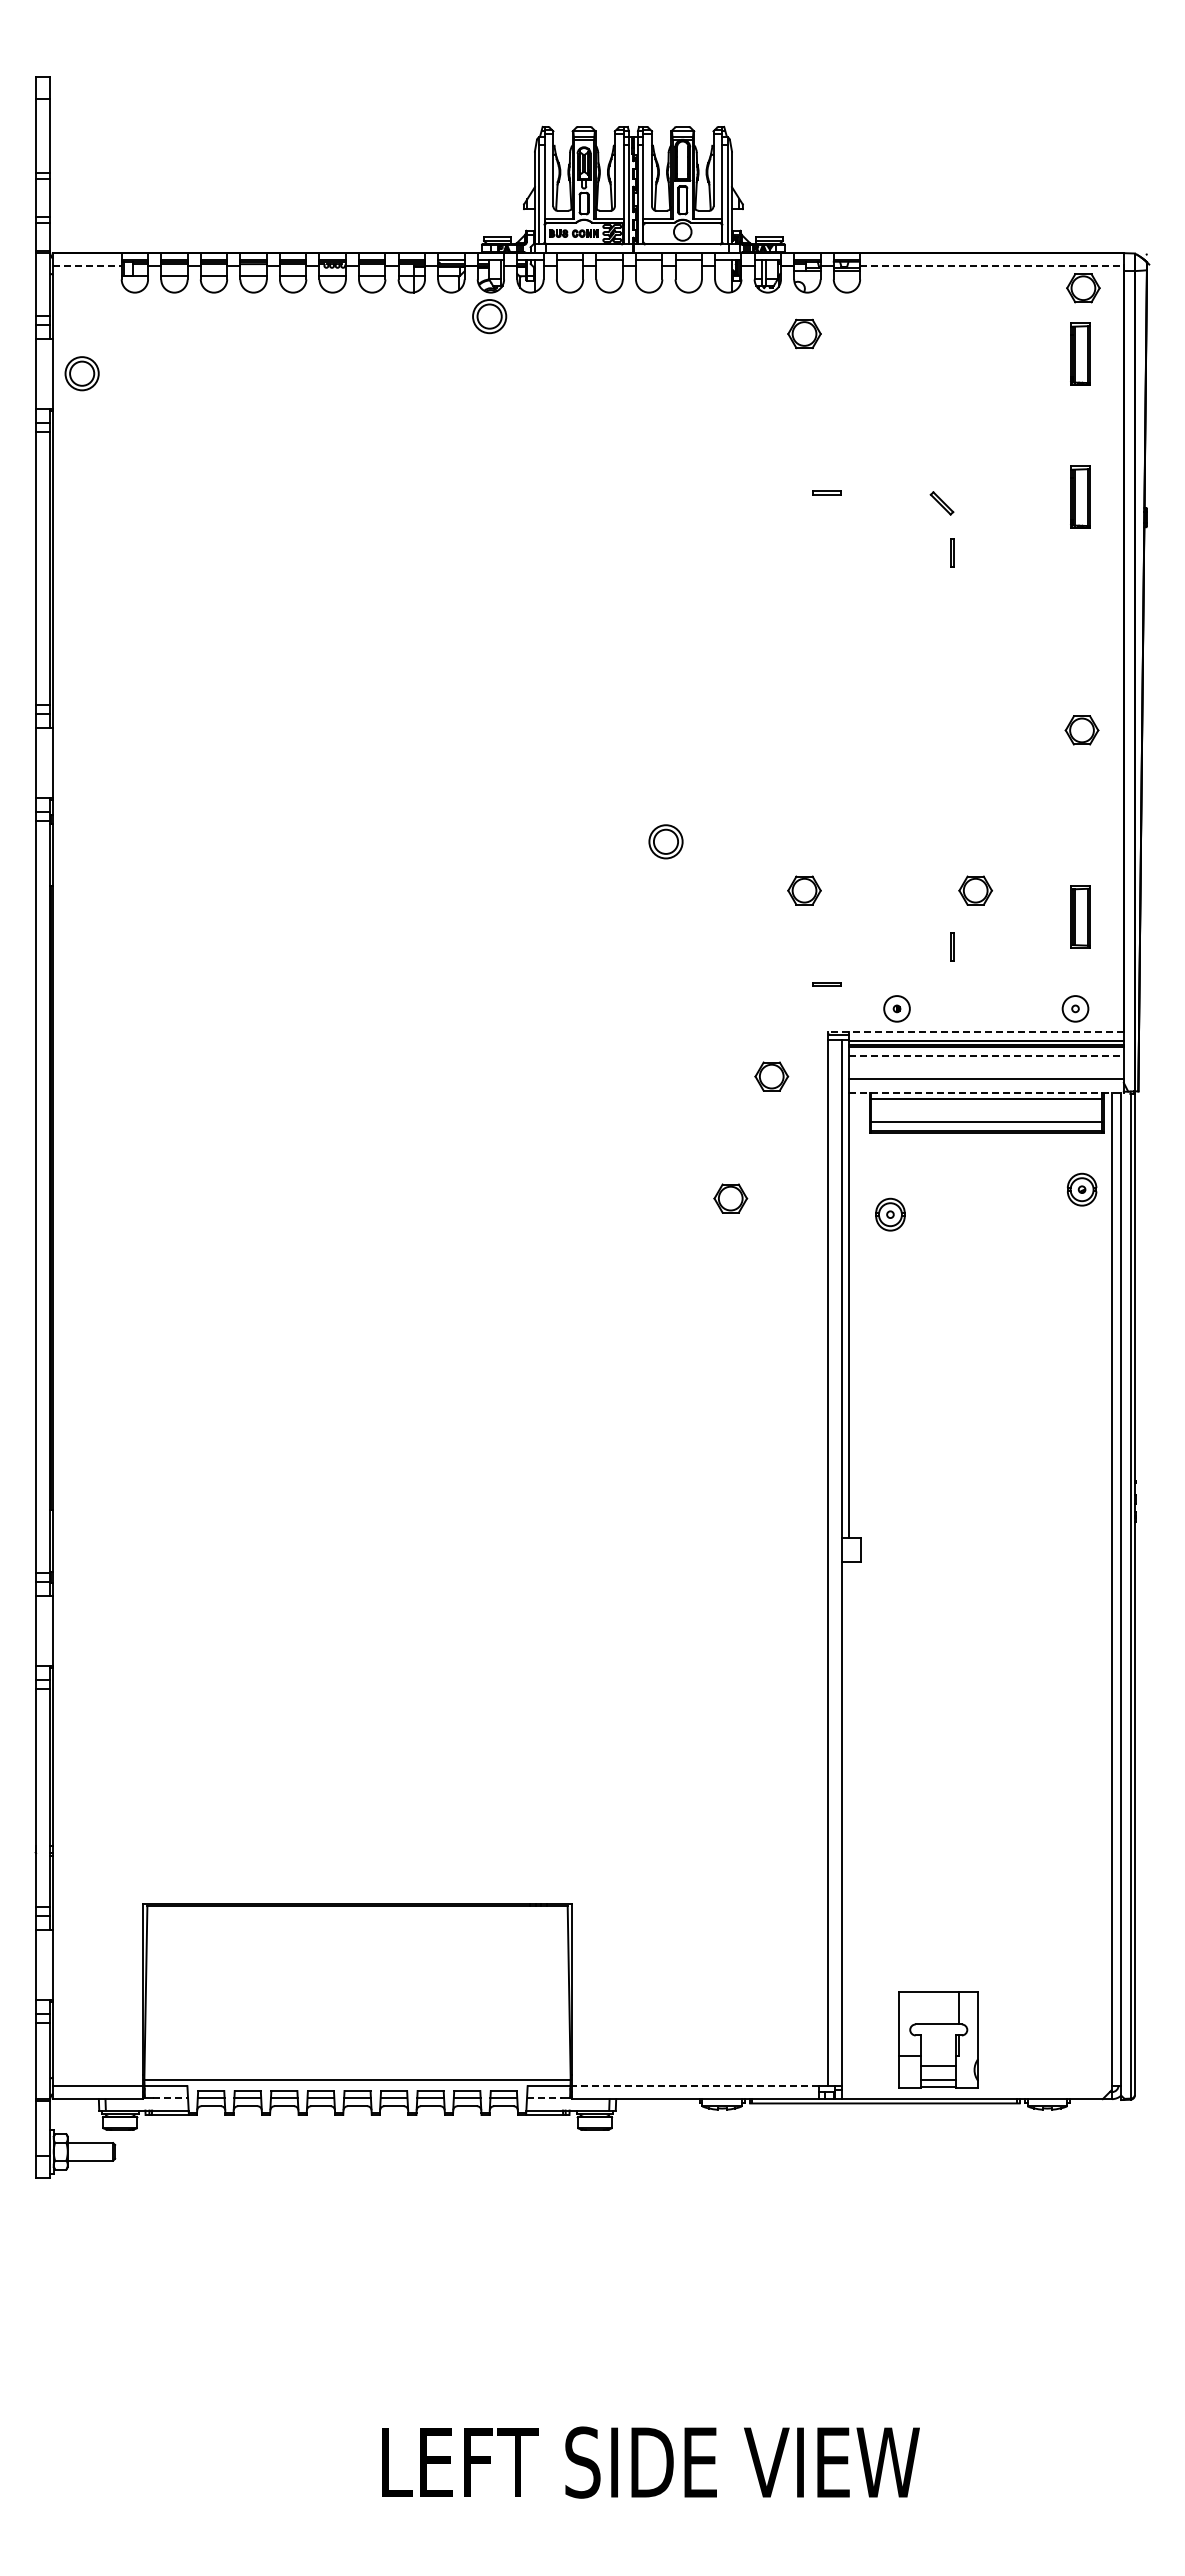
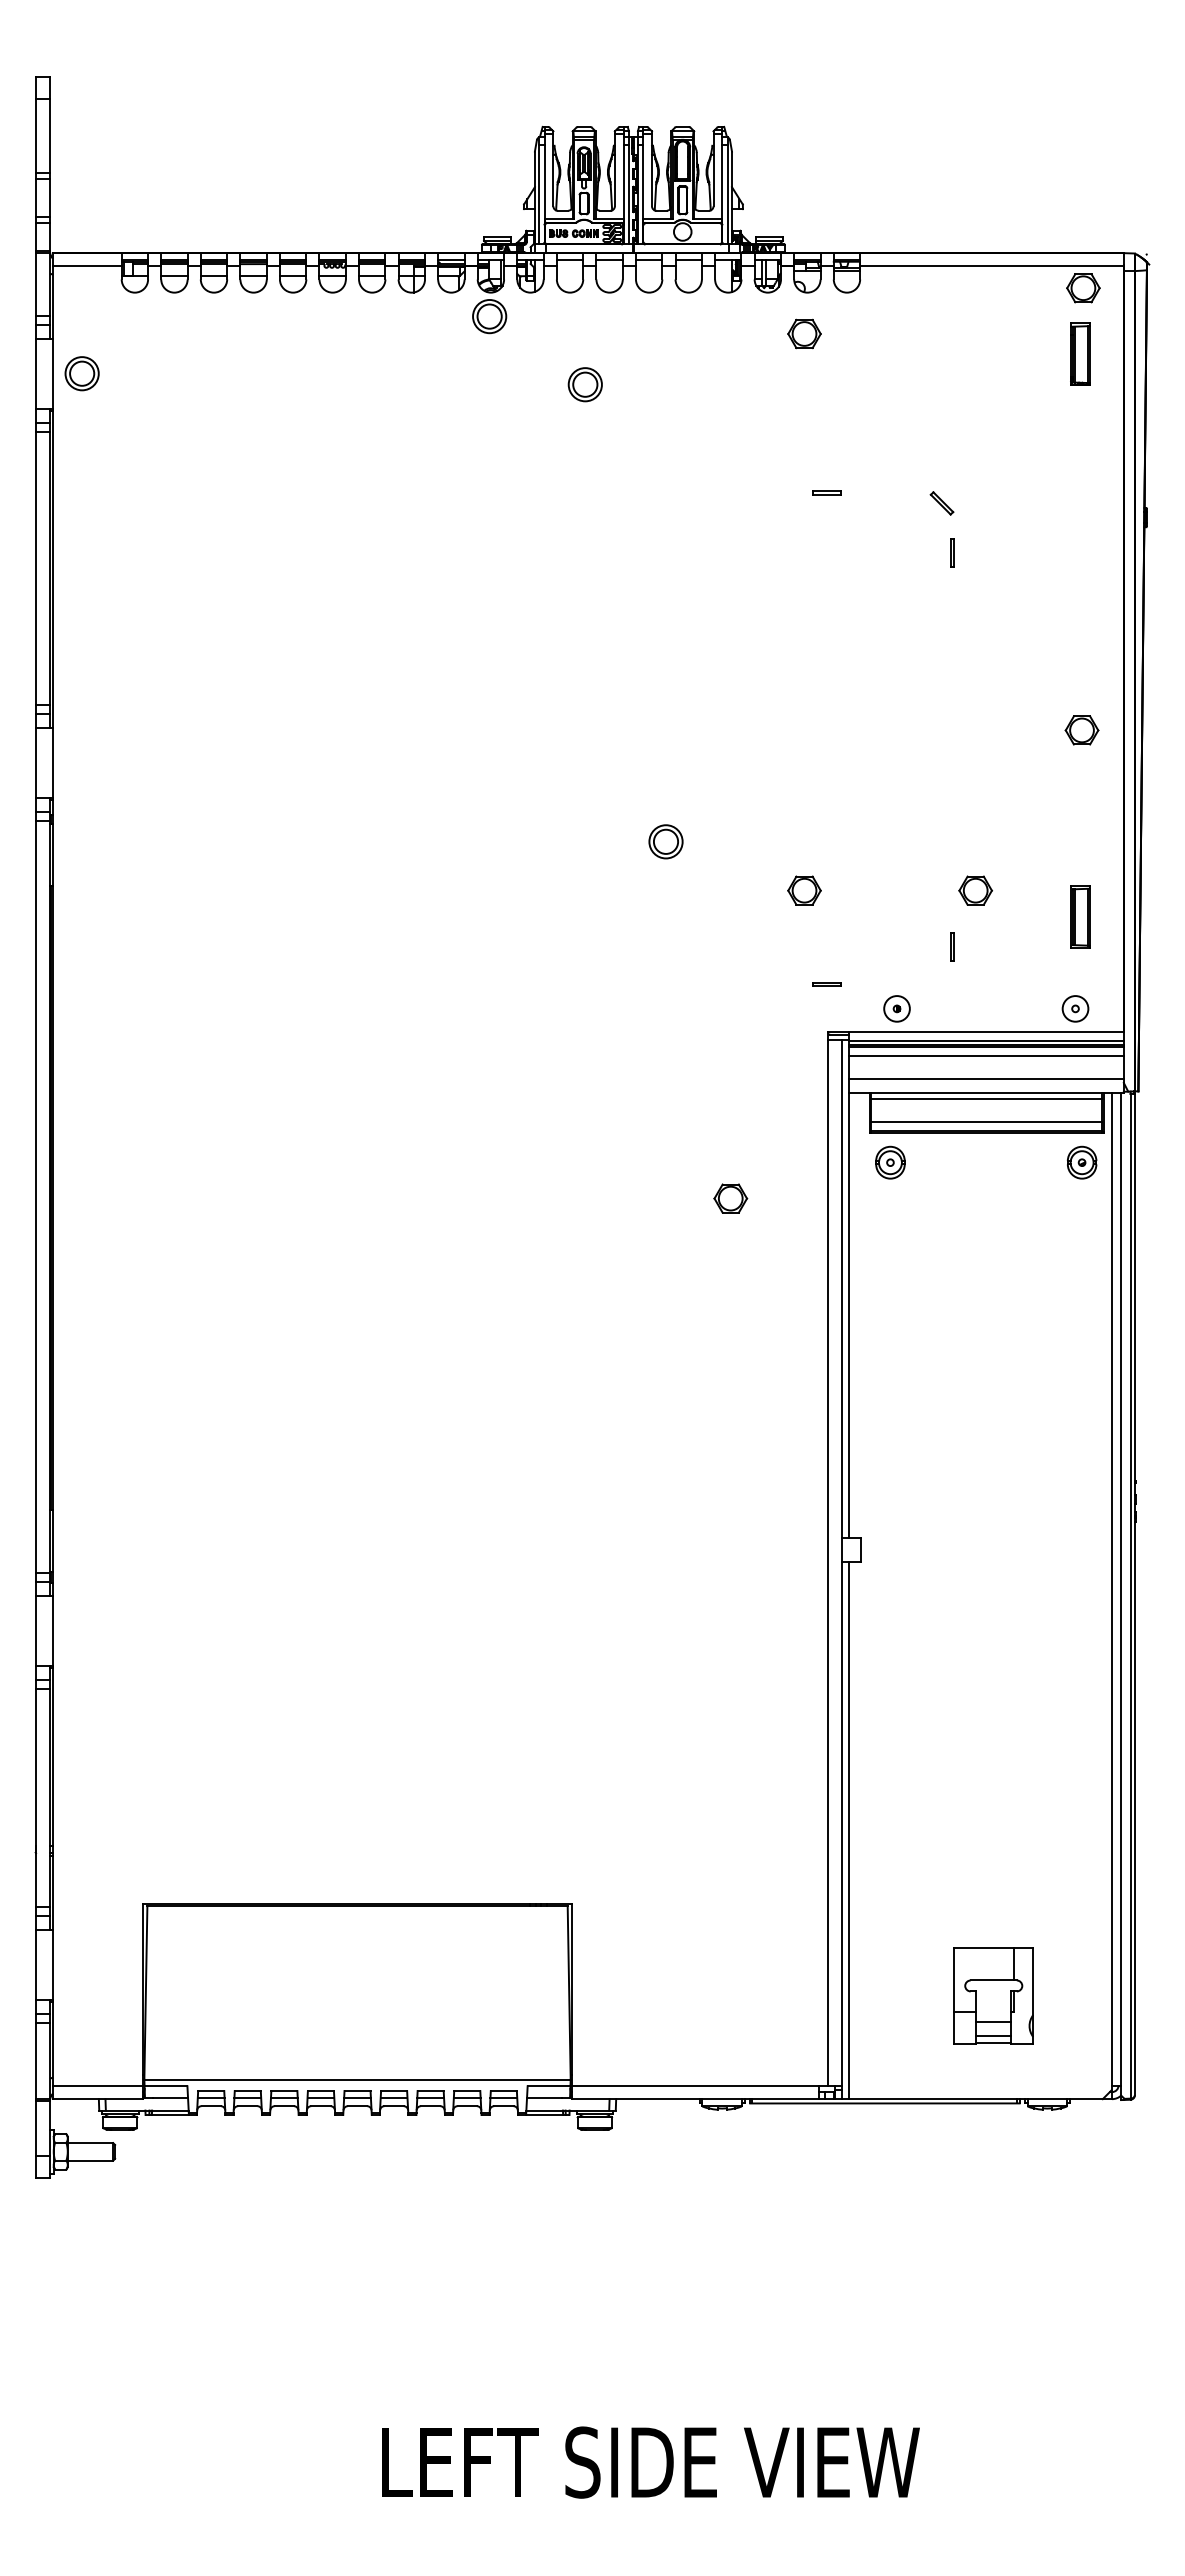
line at (87, 266): dashed -> solid
line at (991, 266): dashed -> solid
part at (584, 384): none -> present
part at (1080, 496): present -> none
line at (975, 1031): dashed -> solid
line at (986, 1055): dashed -> solid
part at (771, 1076): present -> none
line at (986, 1092): dashed -> solid
part at (1082, 1189) position: (1082, 1189) -> (1082, 1162)
part at (890, 1214) position: (890, 1214) -> (890, 1162)
line at (848, 1830): none -> present
part at (938, 2039) position: (938, 2039) -> (993, 1995)
line at (695, 2085): dashed -> solid
line at (170, 2097): dashed -> solid
line at (544, 2097): dashed -> solid
